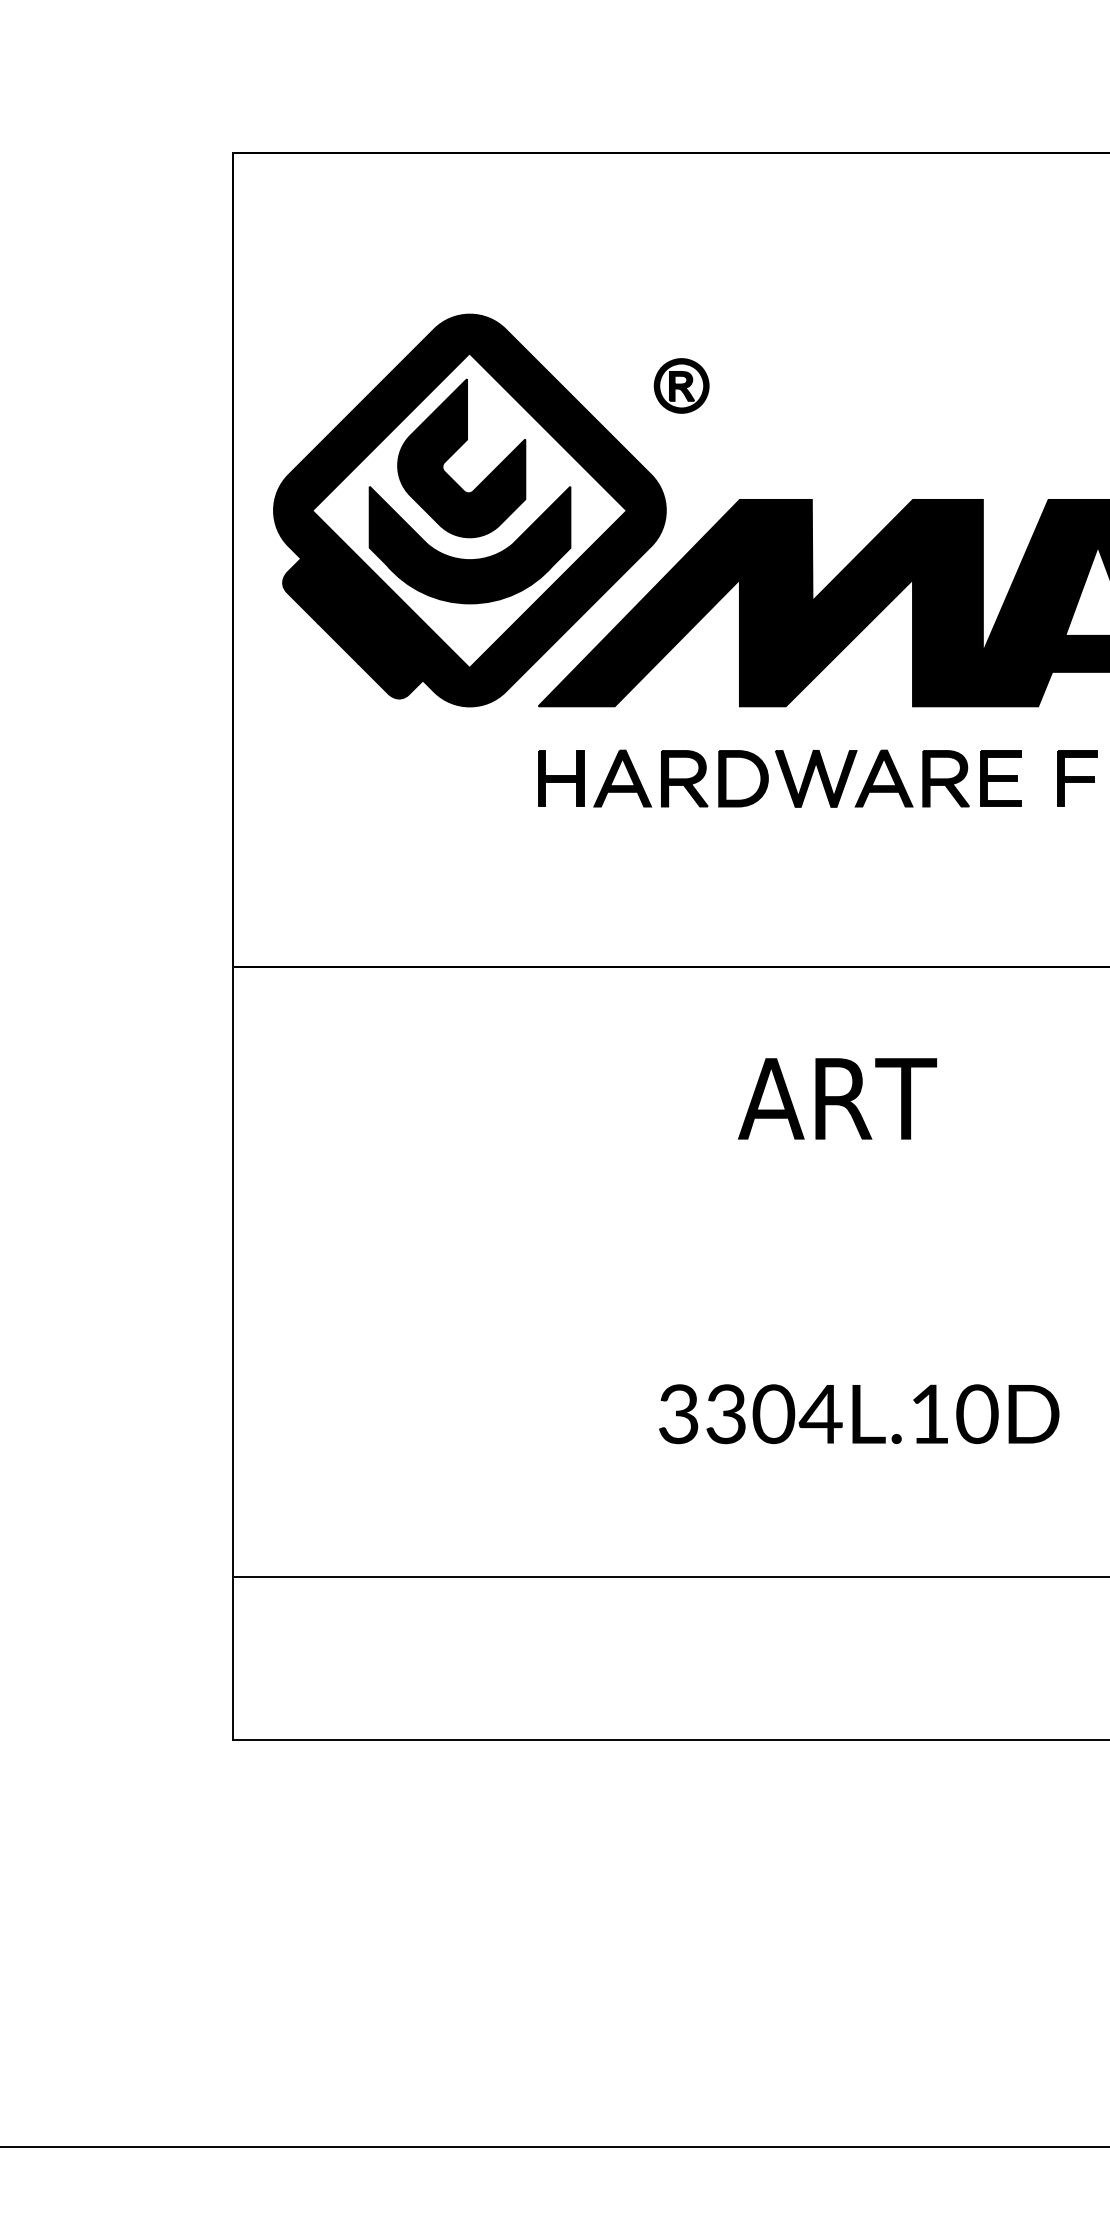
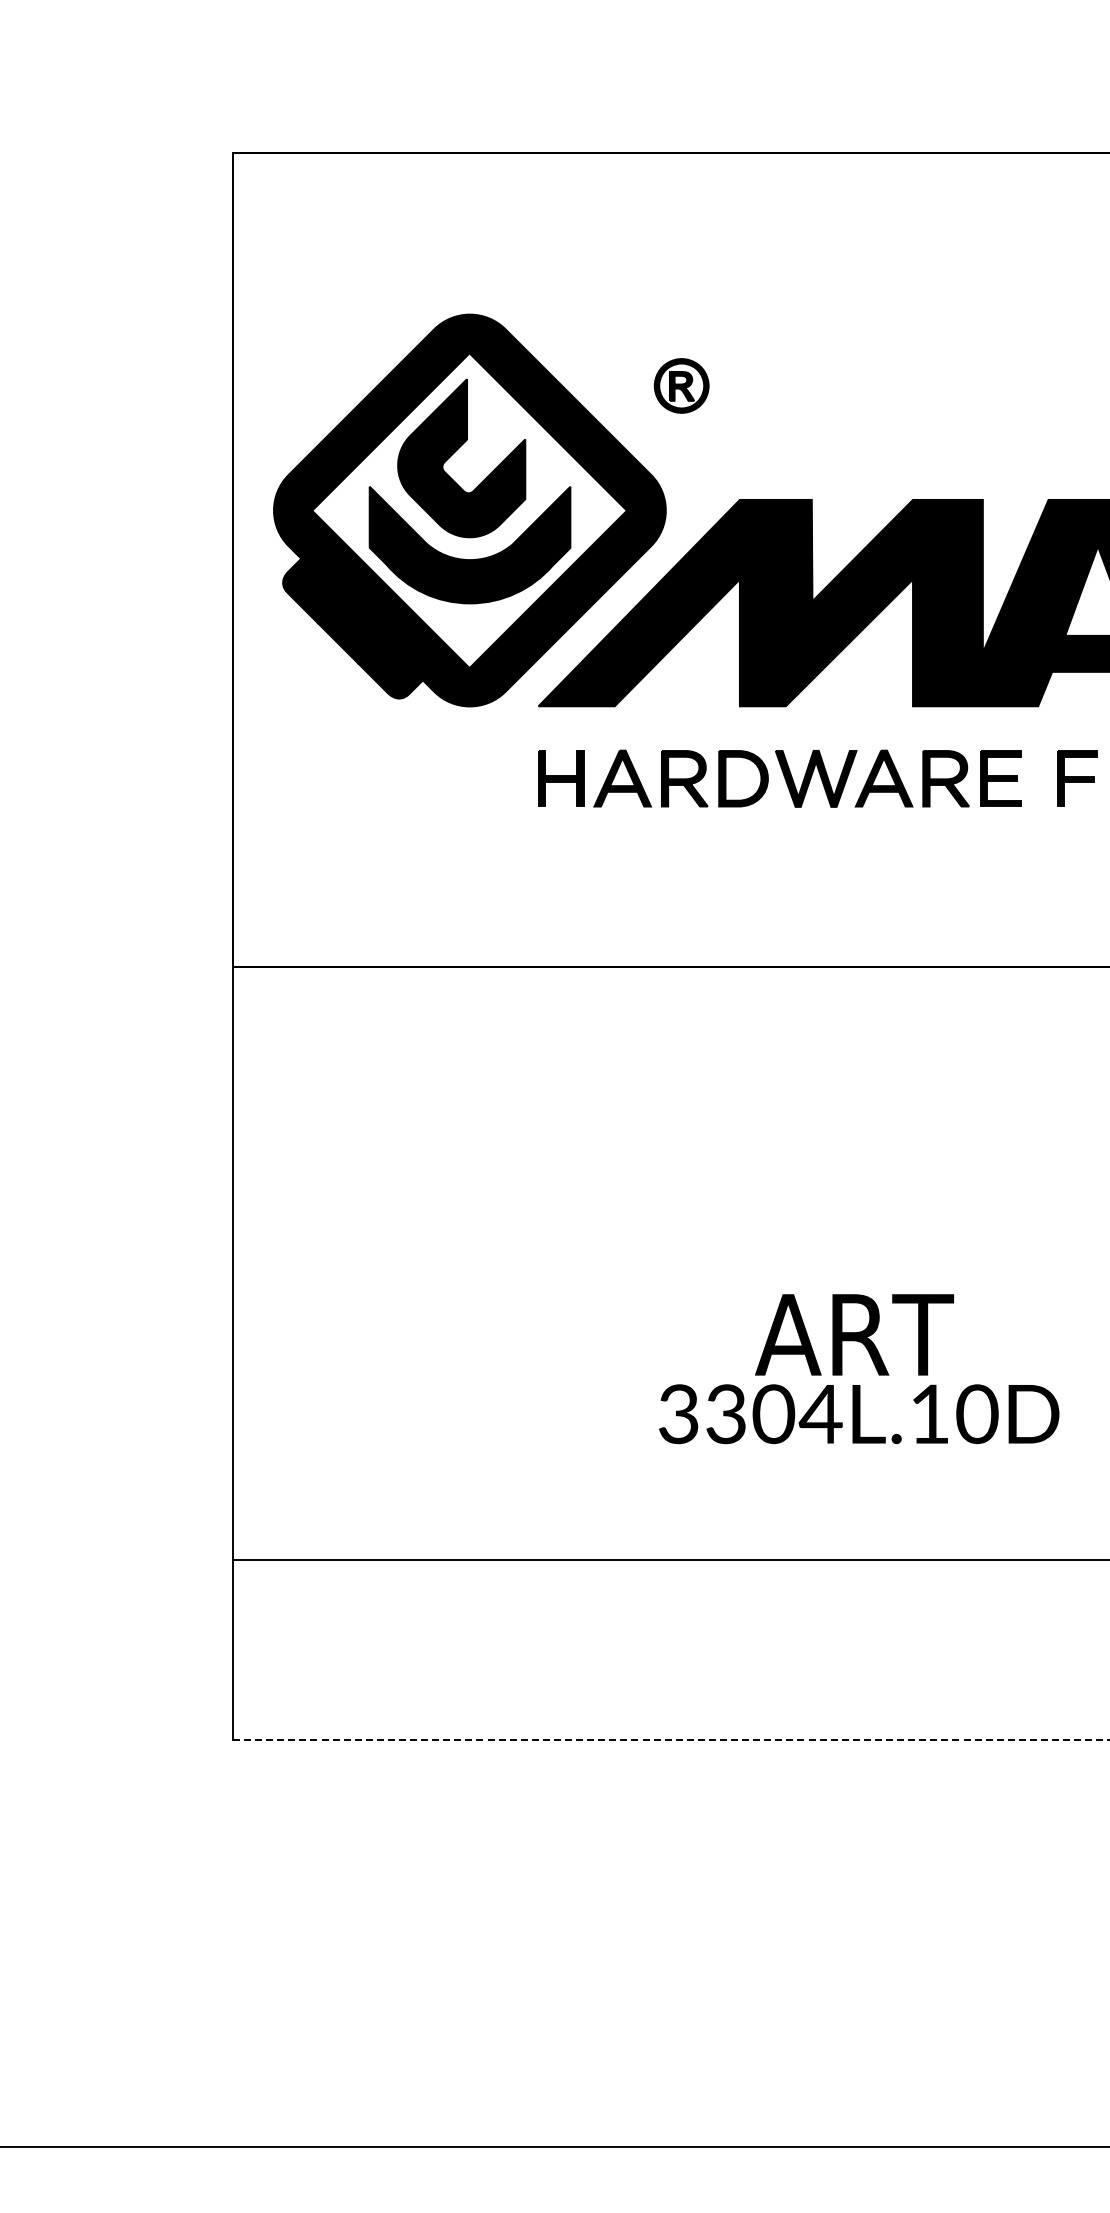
text at (837, 1098) position: (837, 1098) -> (854, 1334)
line at (669, 1576) position: (669, 1576) -> (669, 1559)
line at (671, 1739): solid -> dashed
